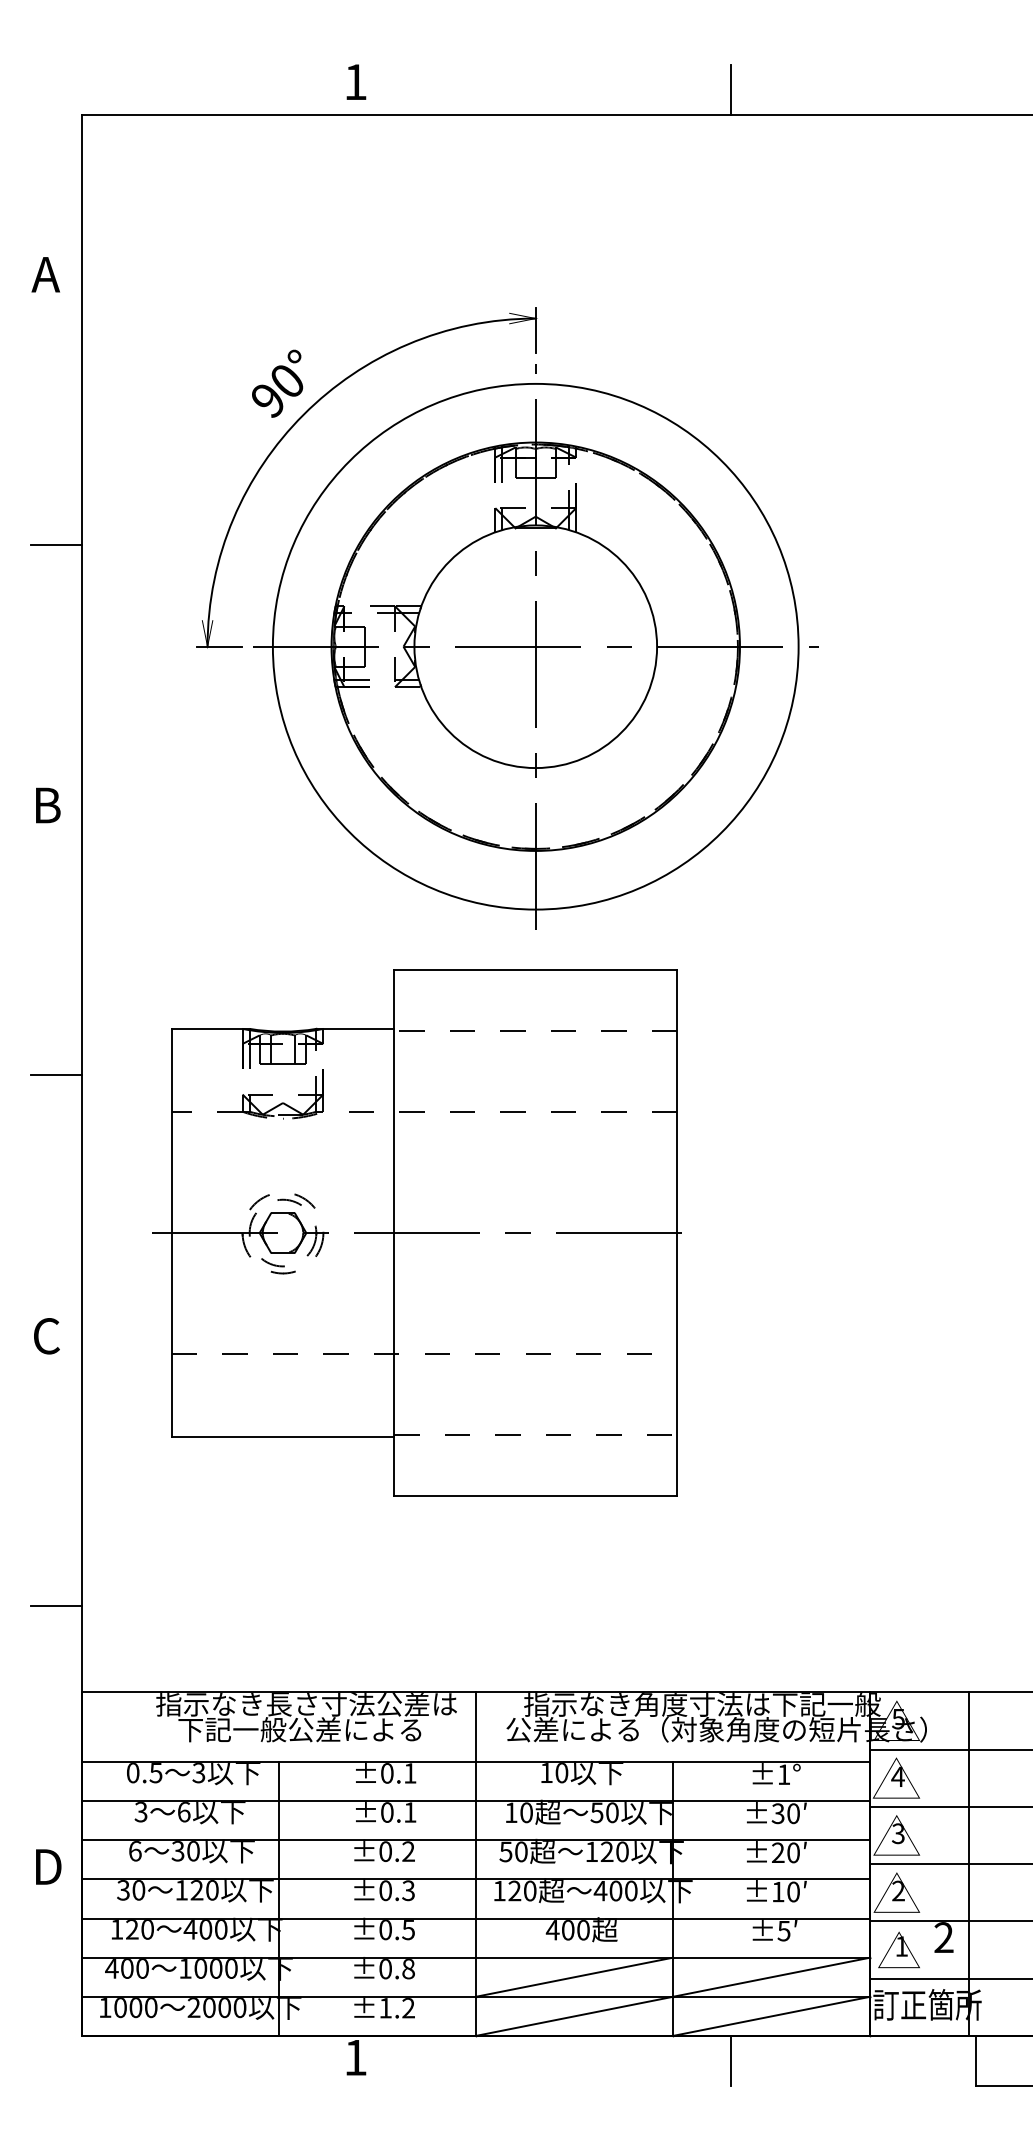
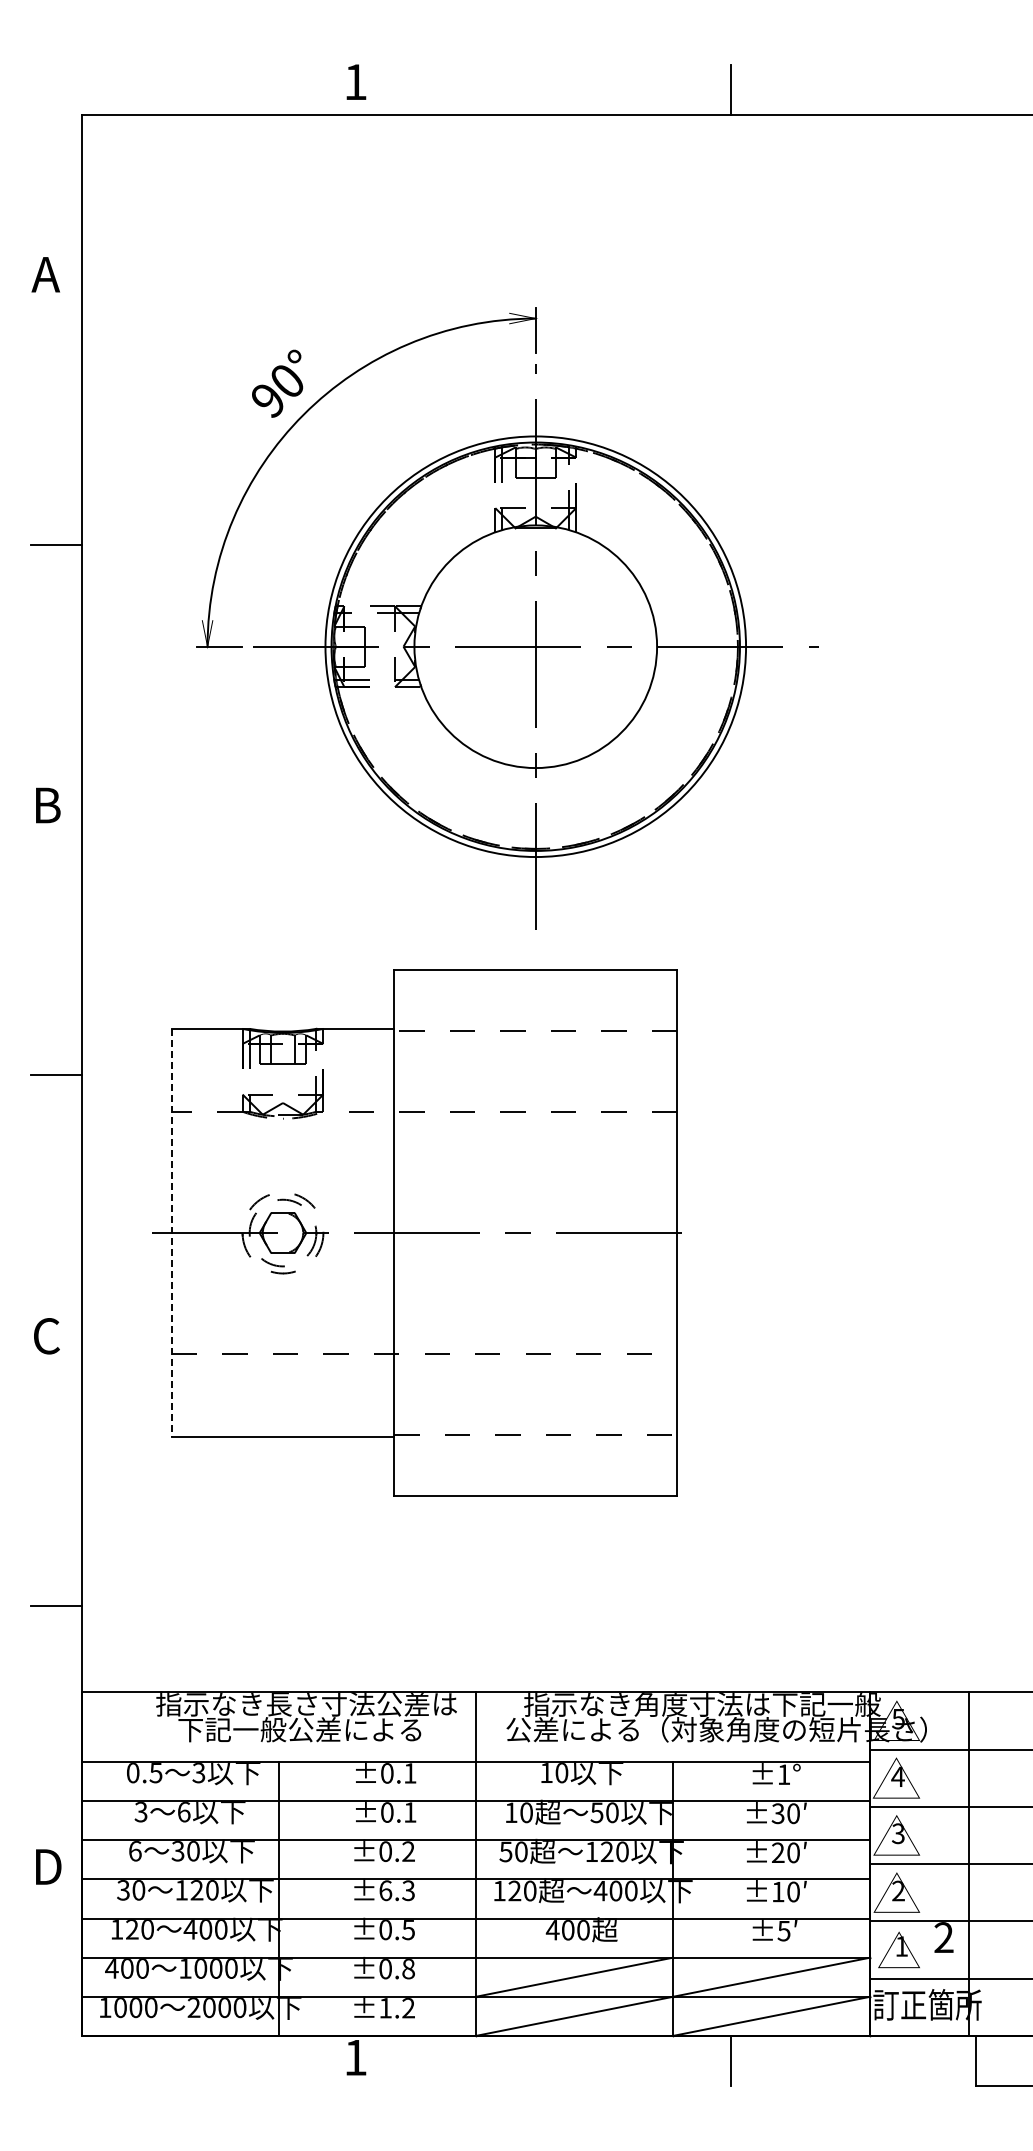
circle at (535, 646) diameter: 526 px -> 421 px
line at (171, 1233): solid -> dashed
text at (385, 1890): ±0.3 -> ±6.3
